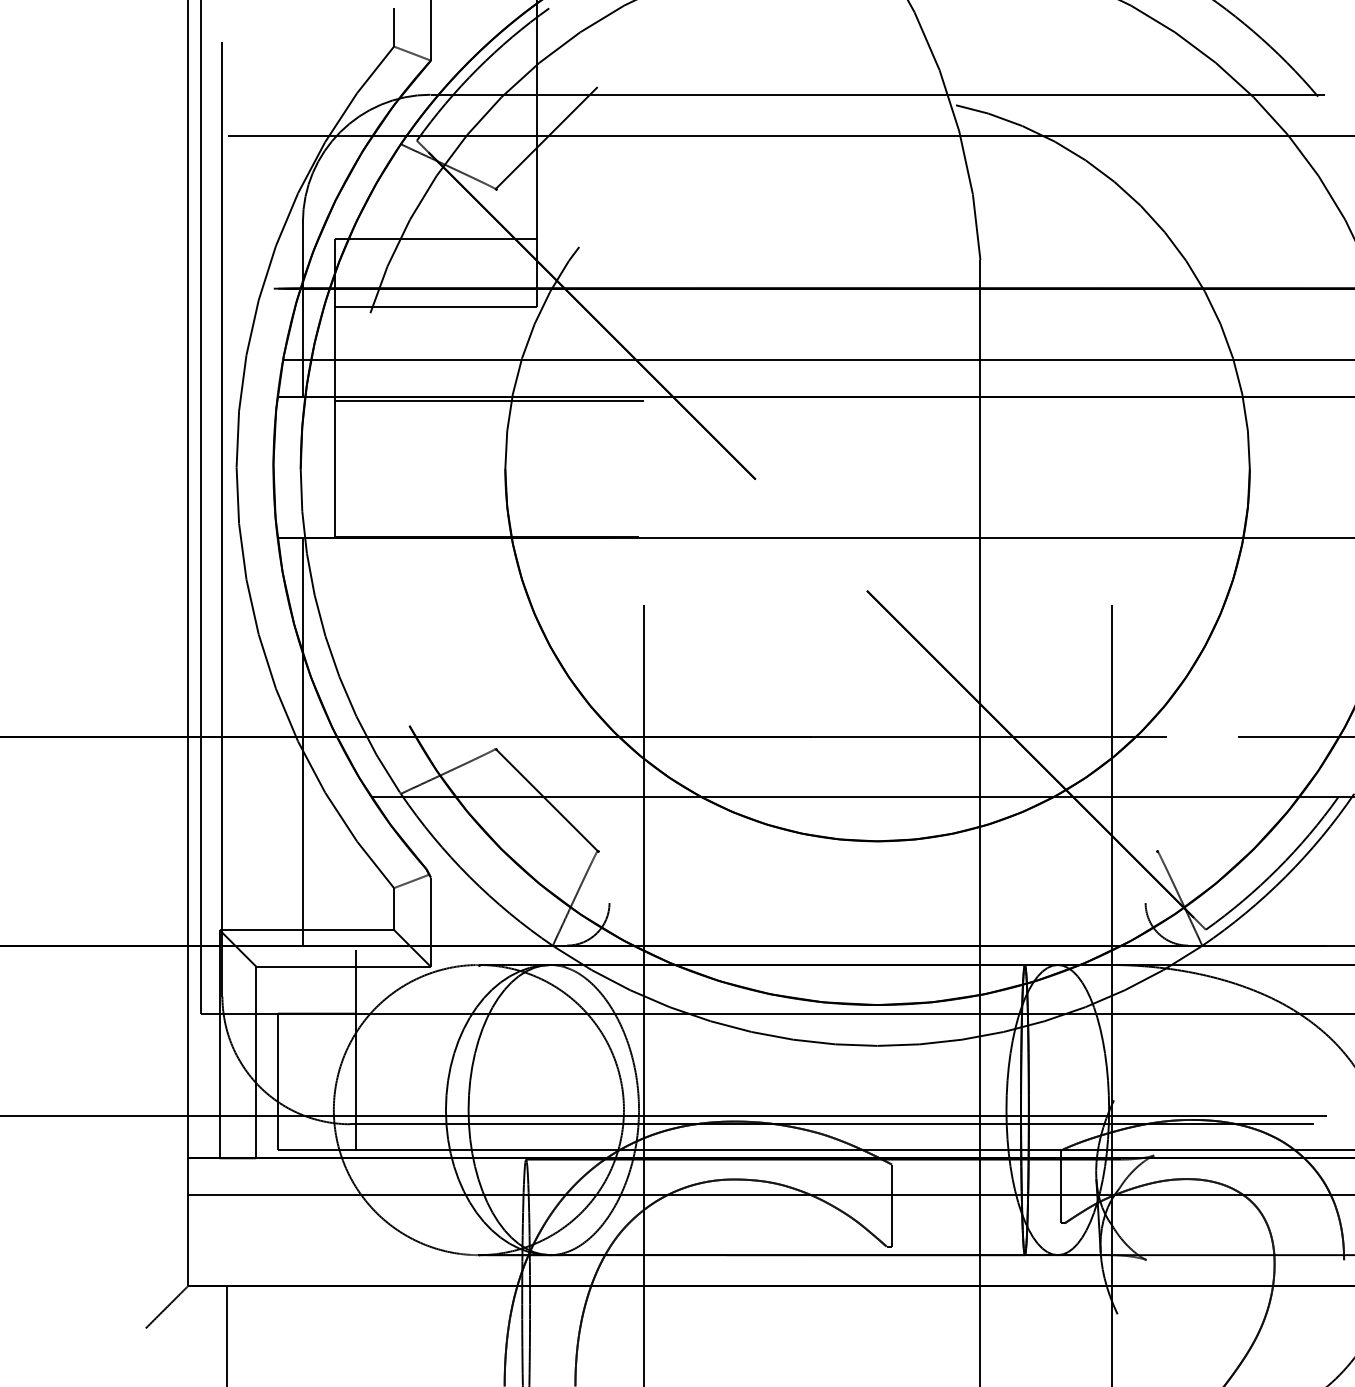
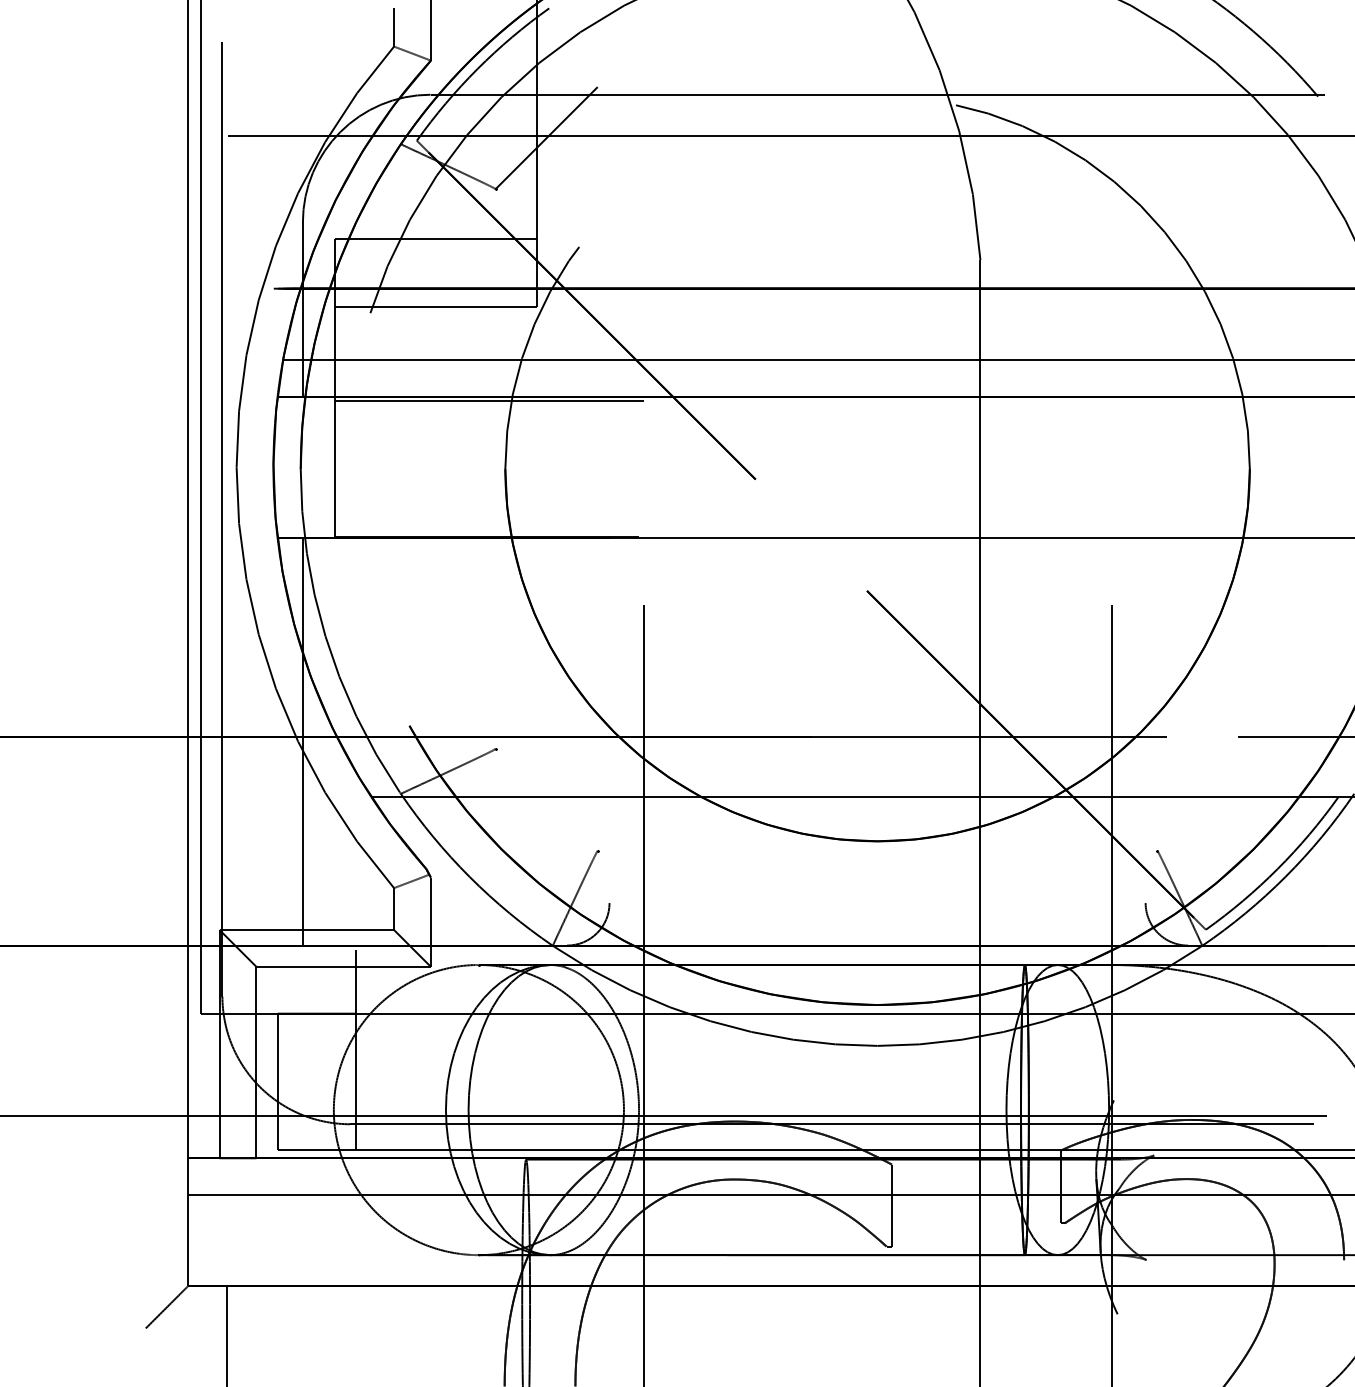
line at (546, 799): present -> none
